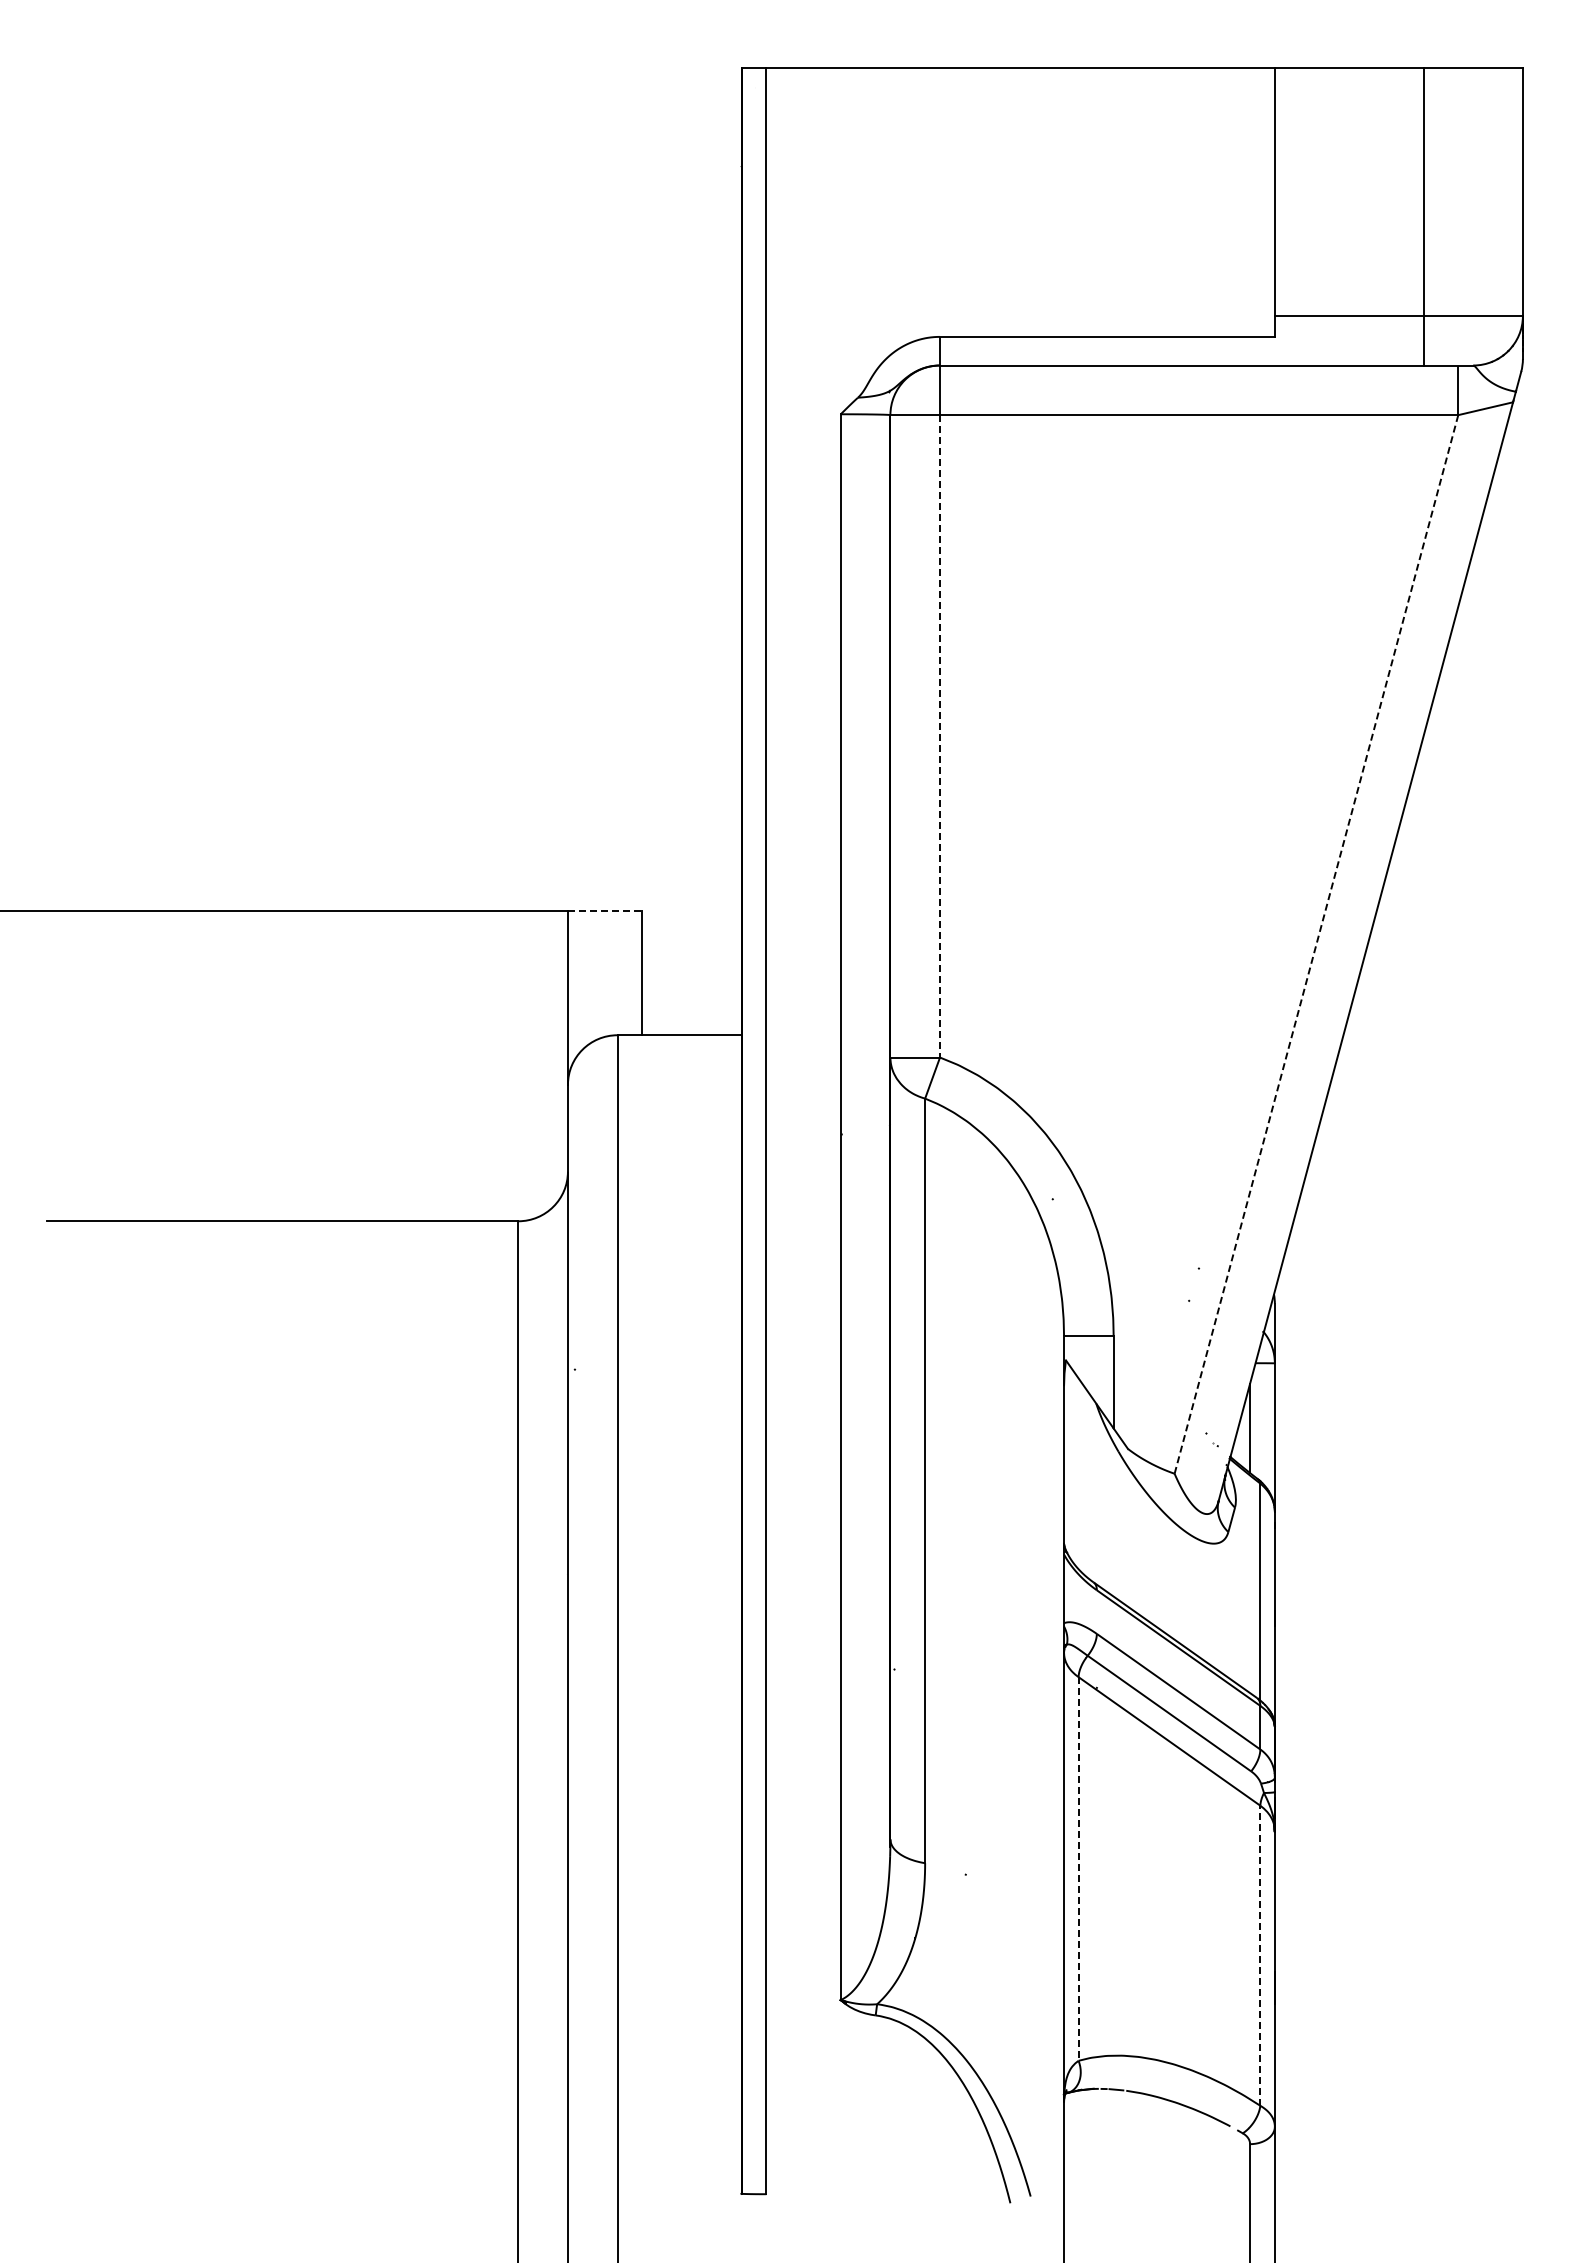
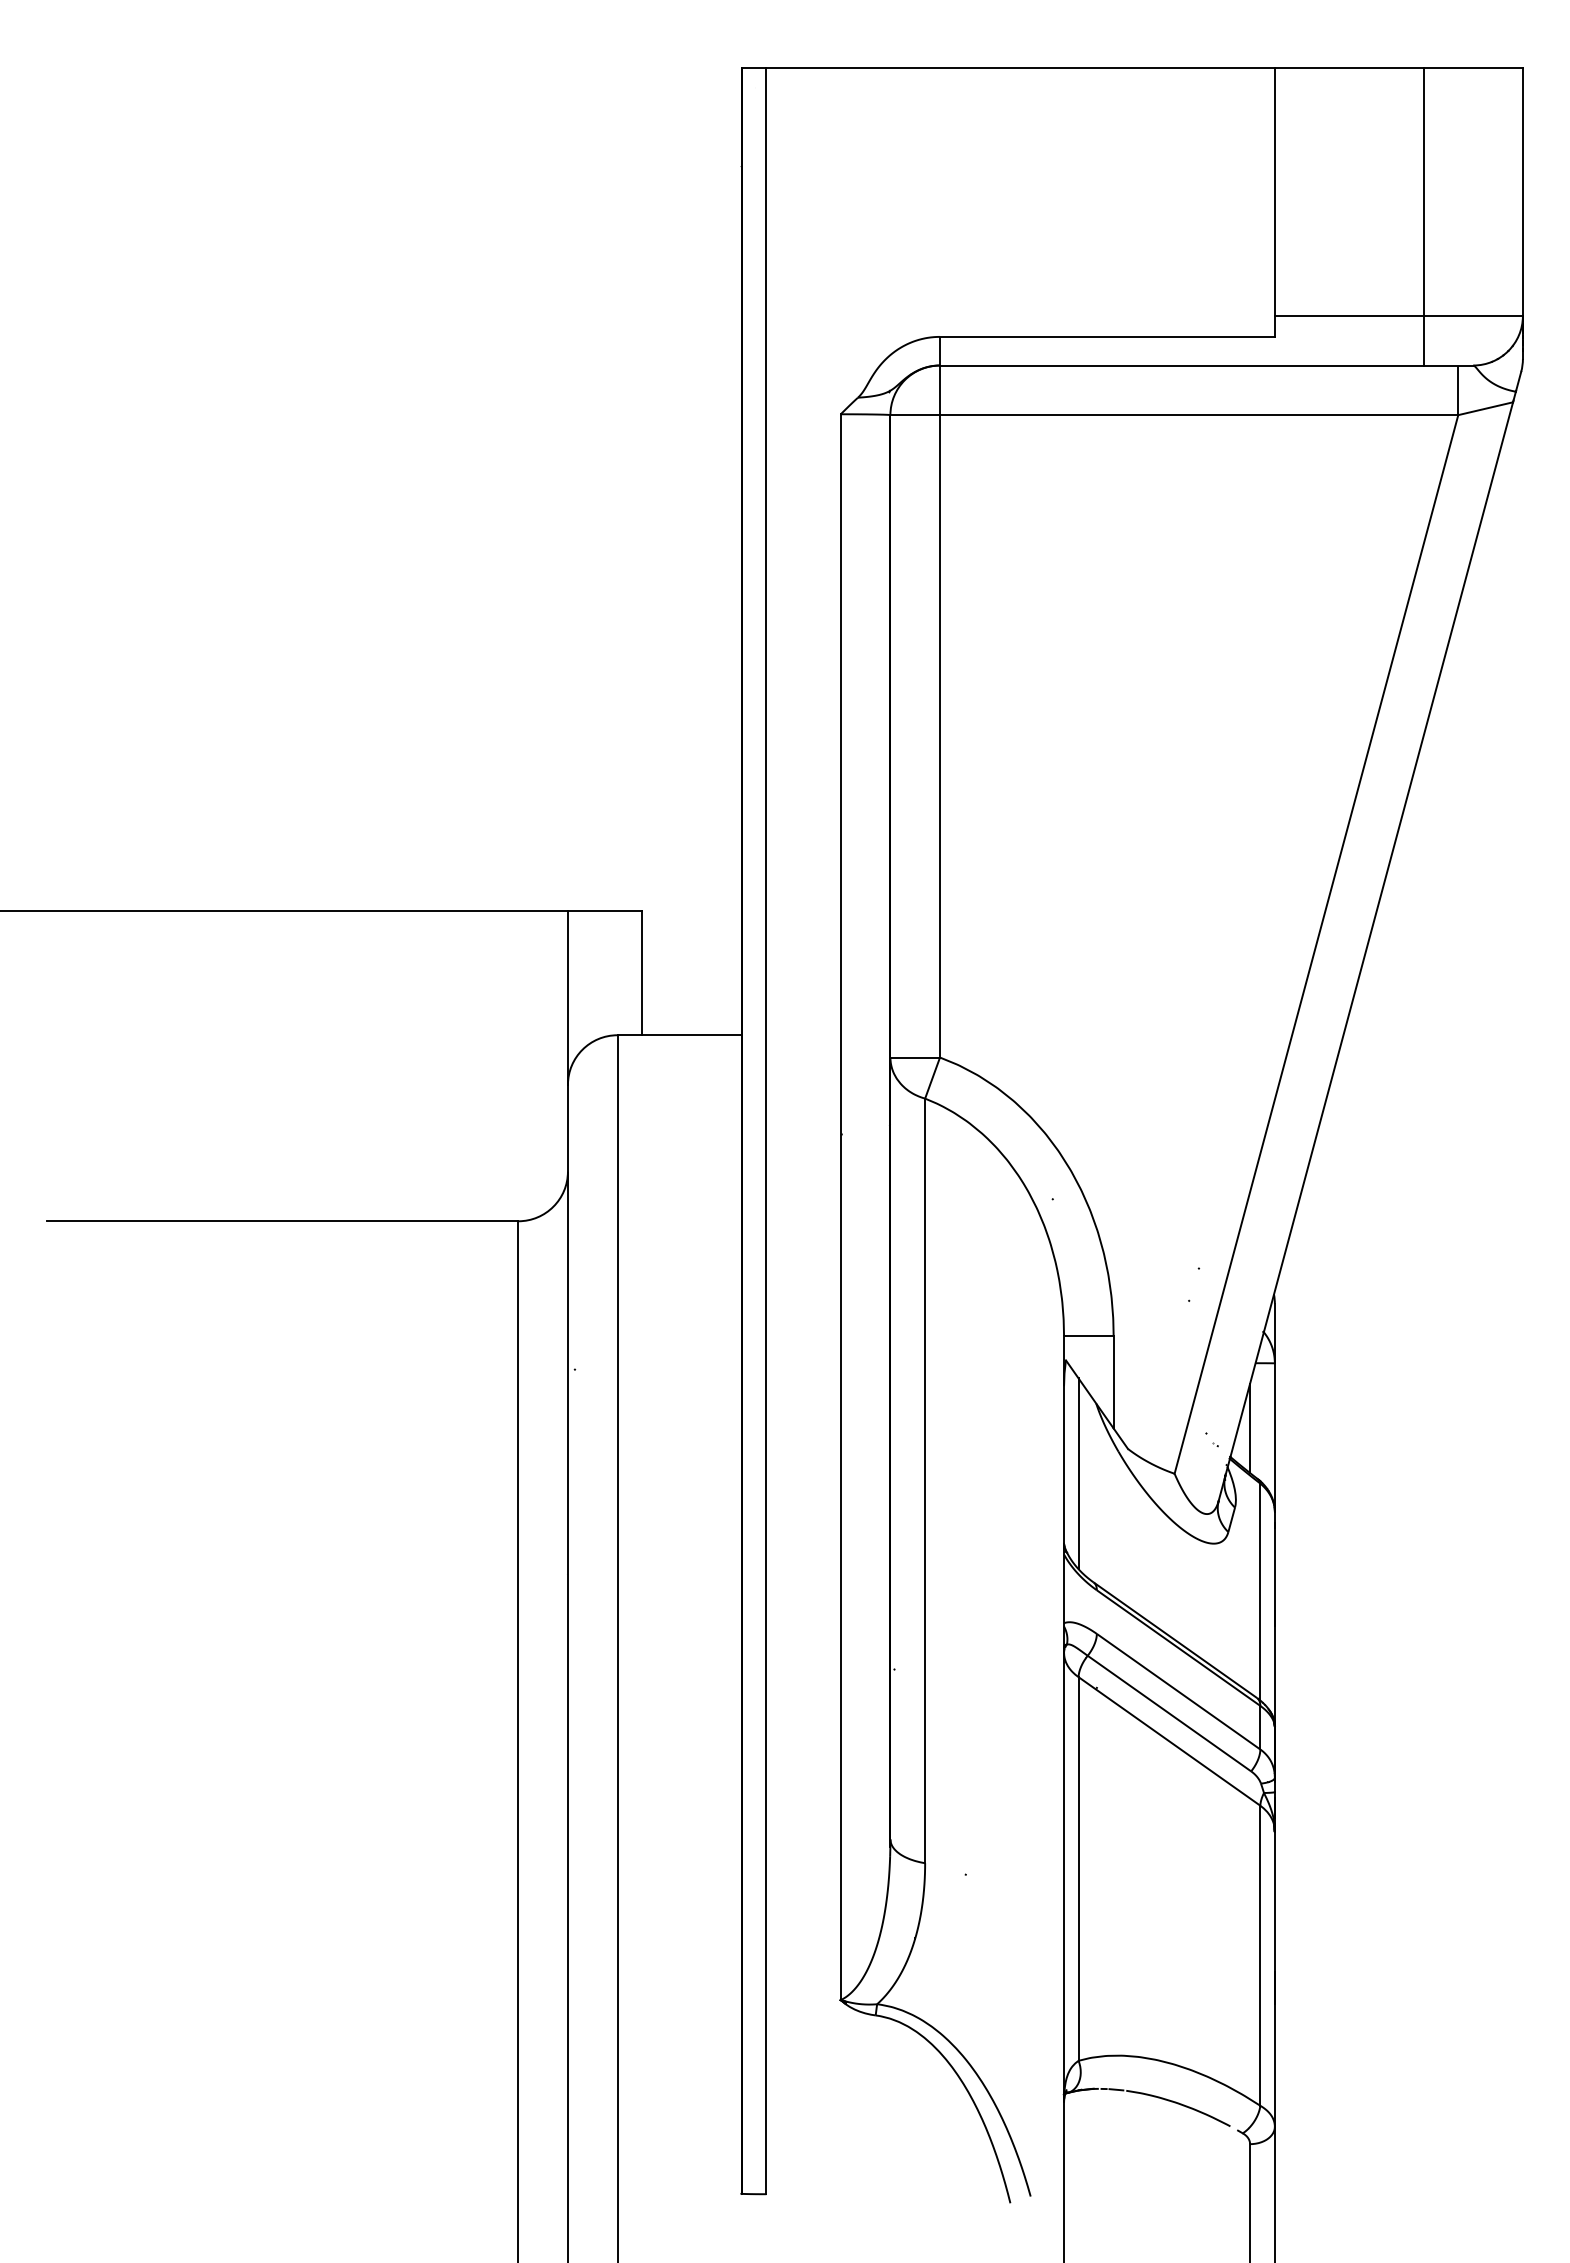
line at (940, 736): dashed -> solid
line at (605, 911): dashed -> solid
line at (1316, 944): dashed -> solid
line at (1078, 1473): none -> present
line at (1078, 1868): dashed -> solid
line at (1260, 1955): dashed -> solid
